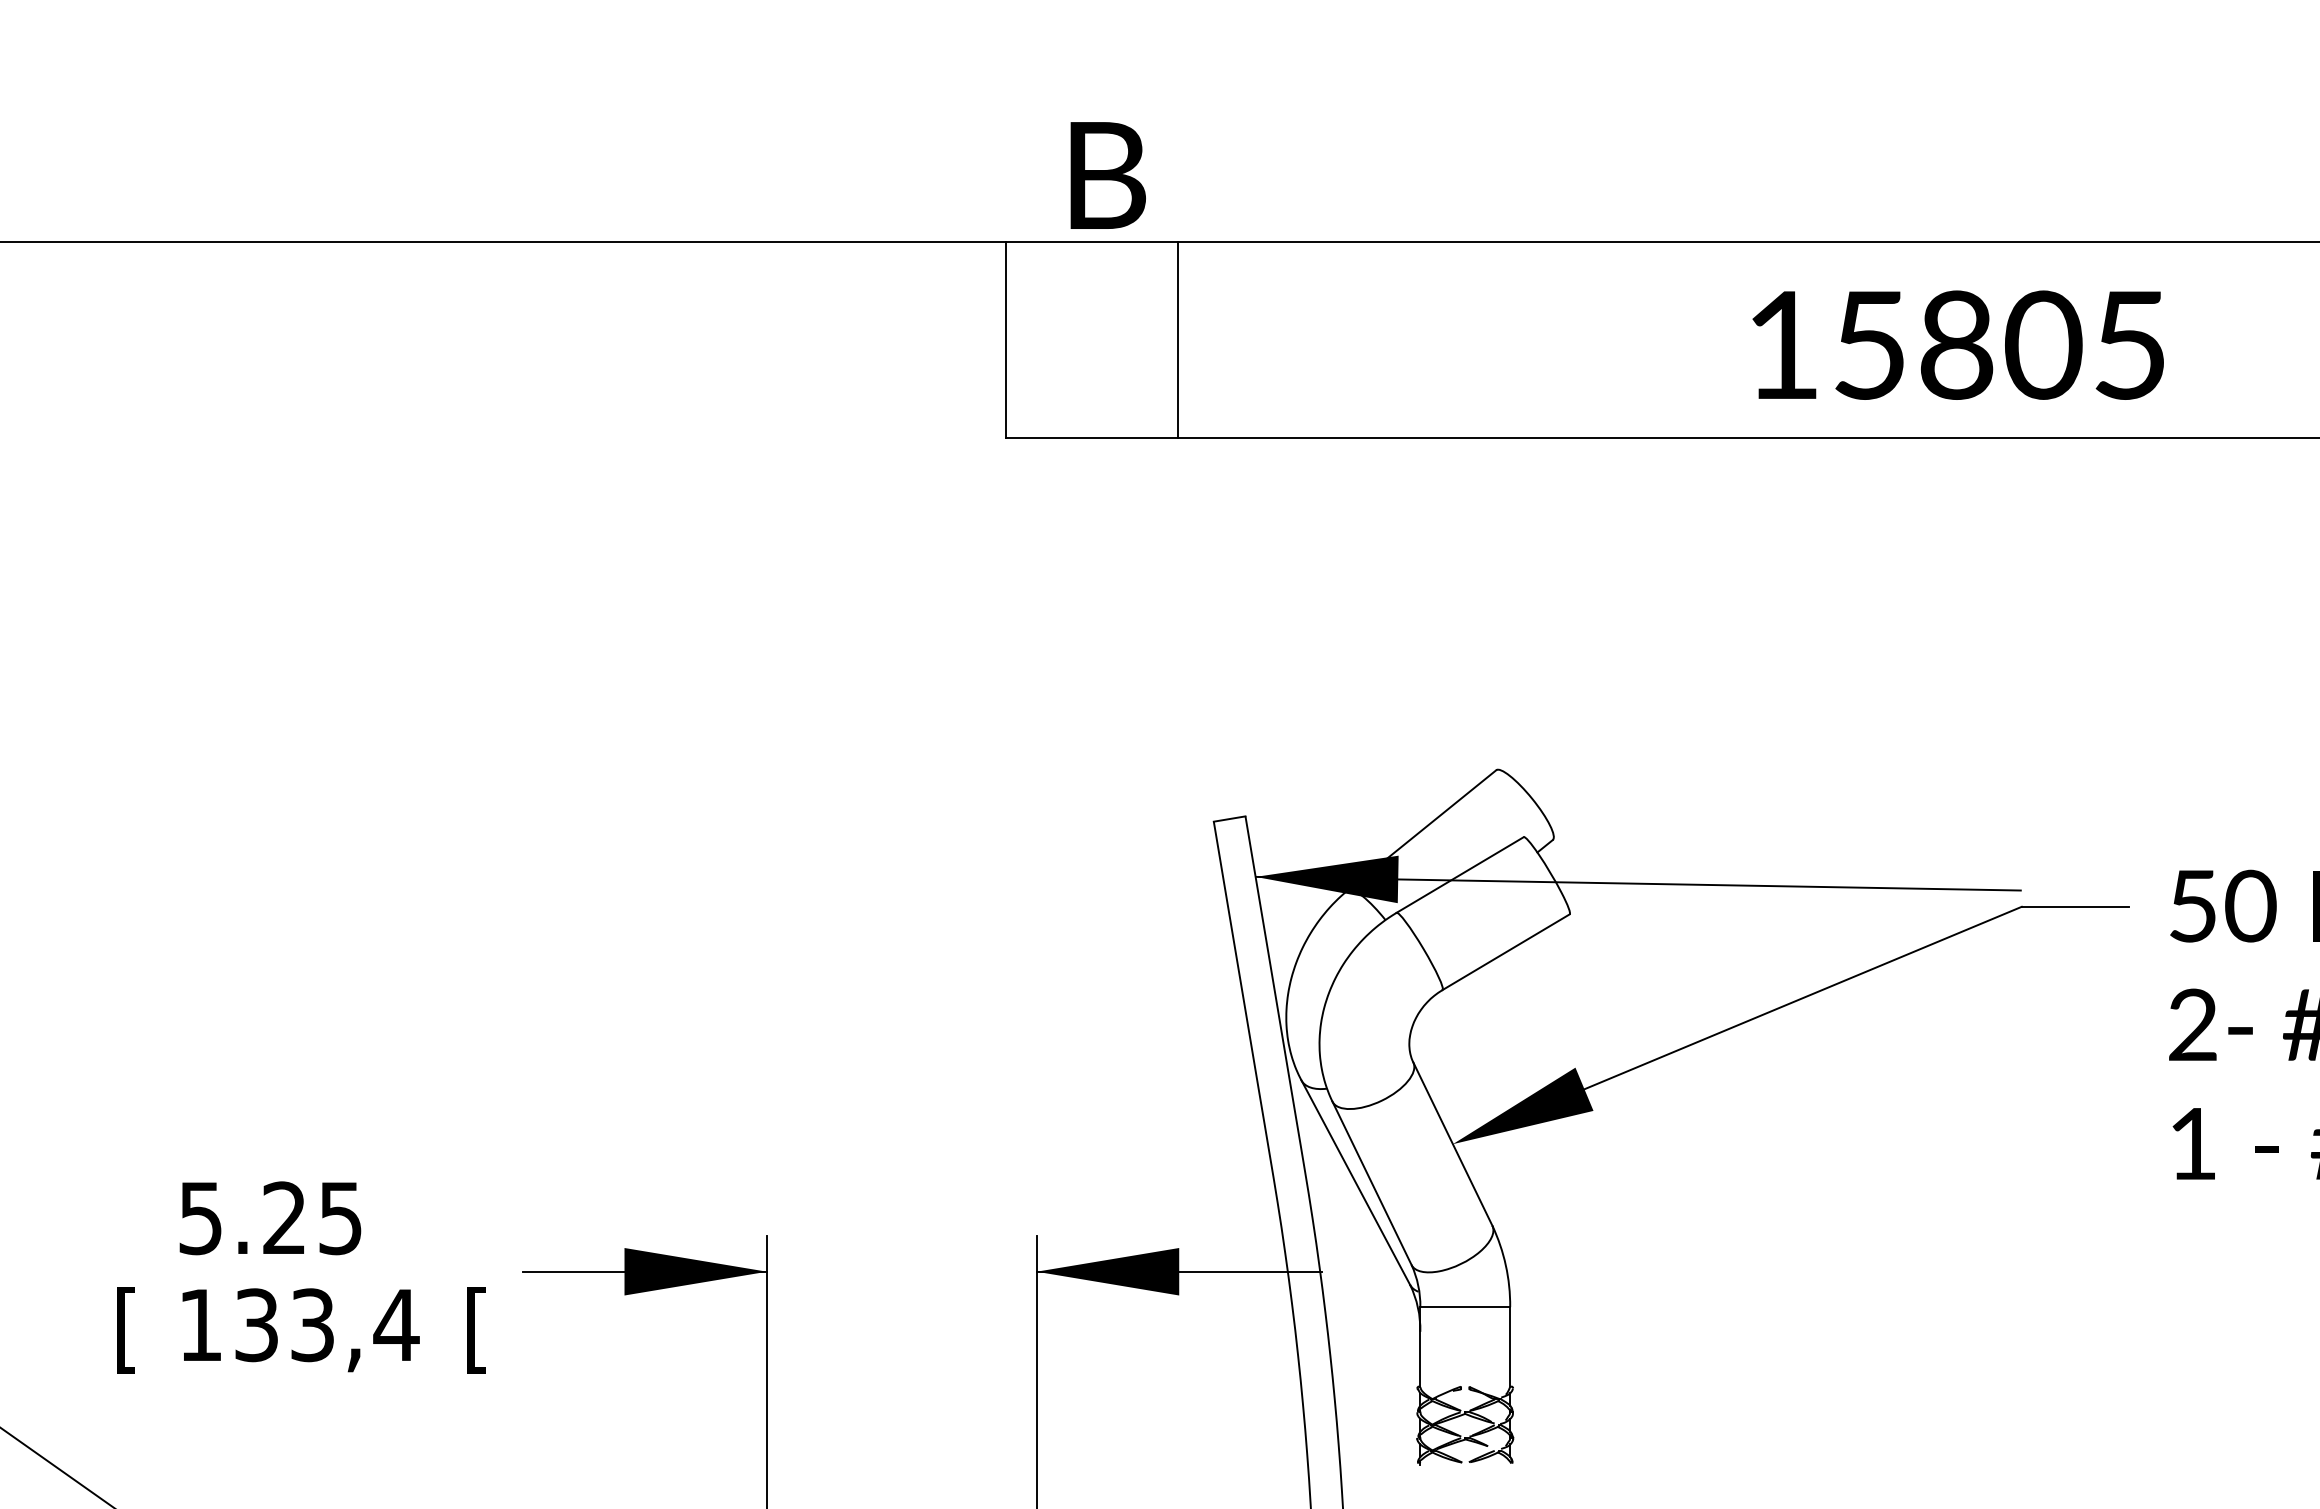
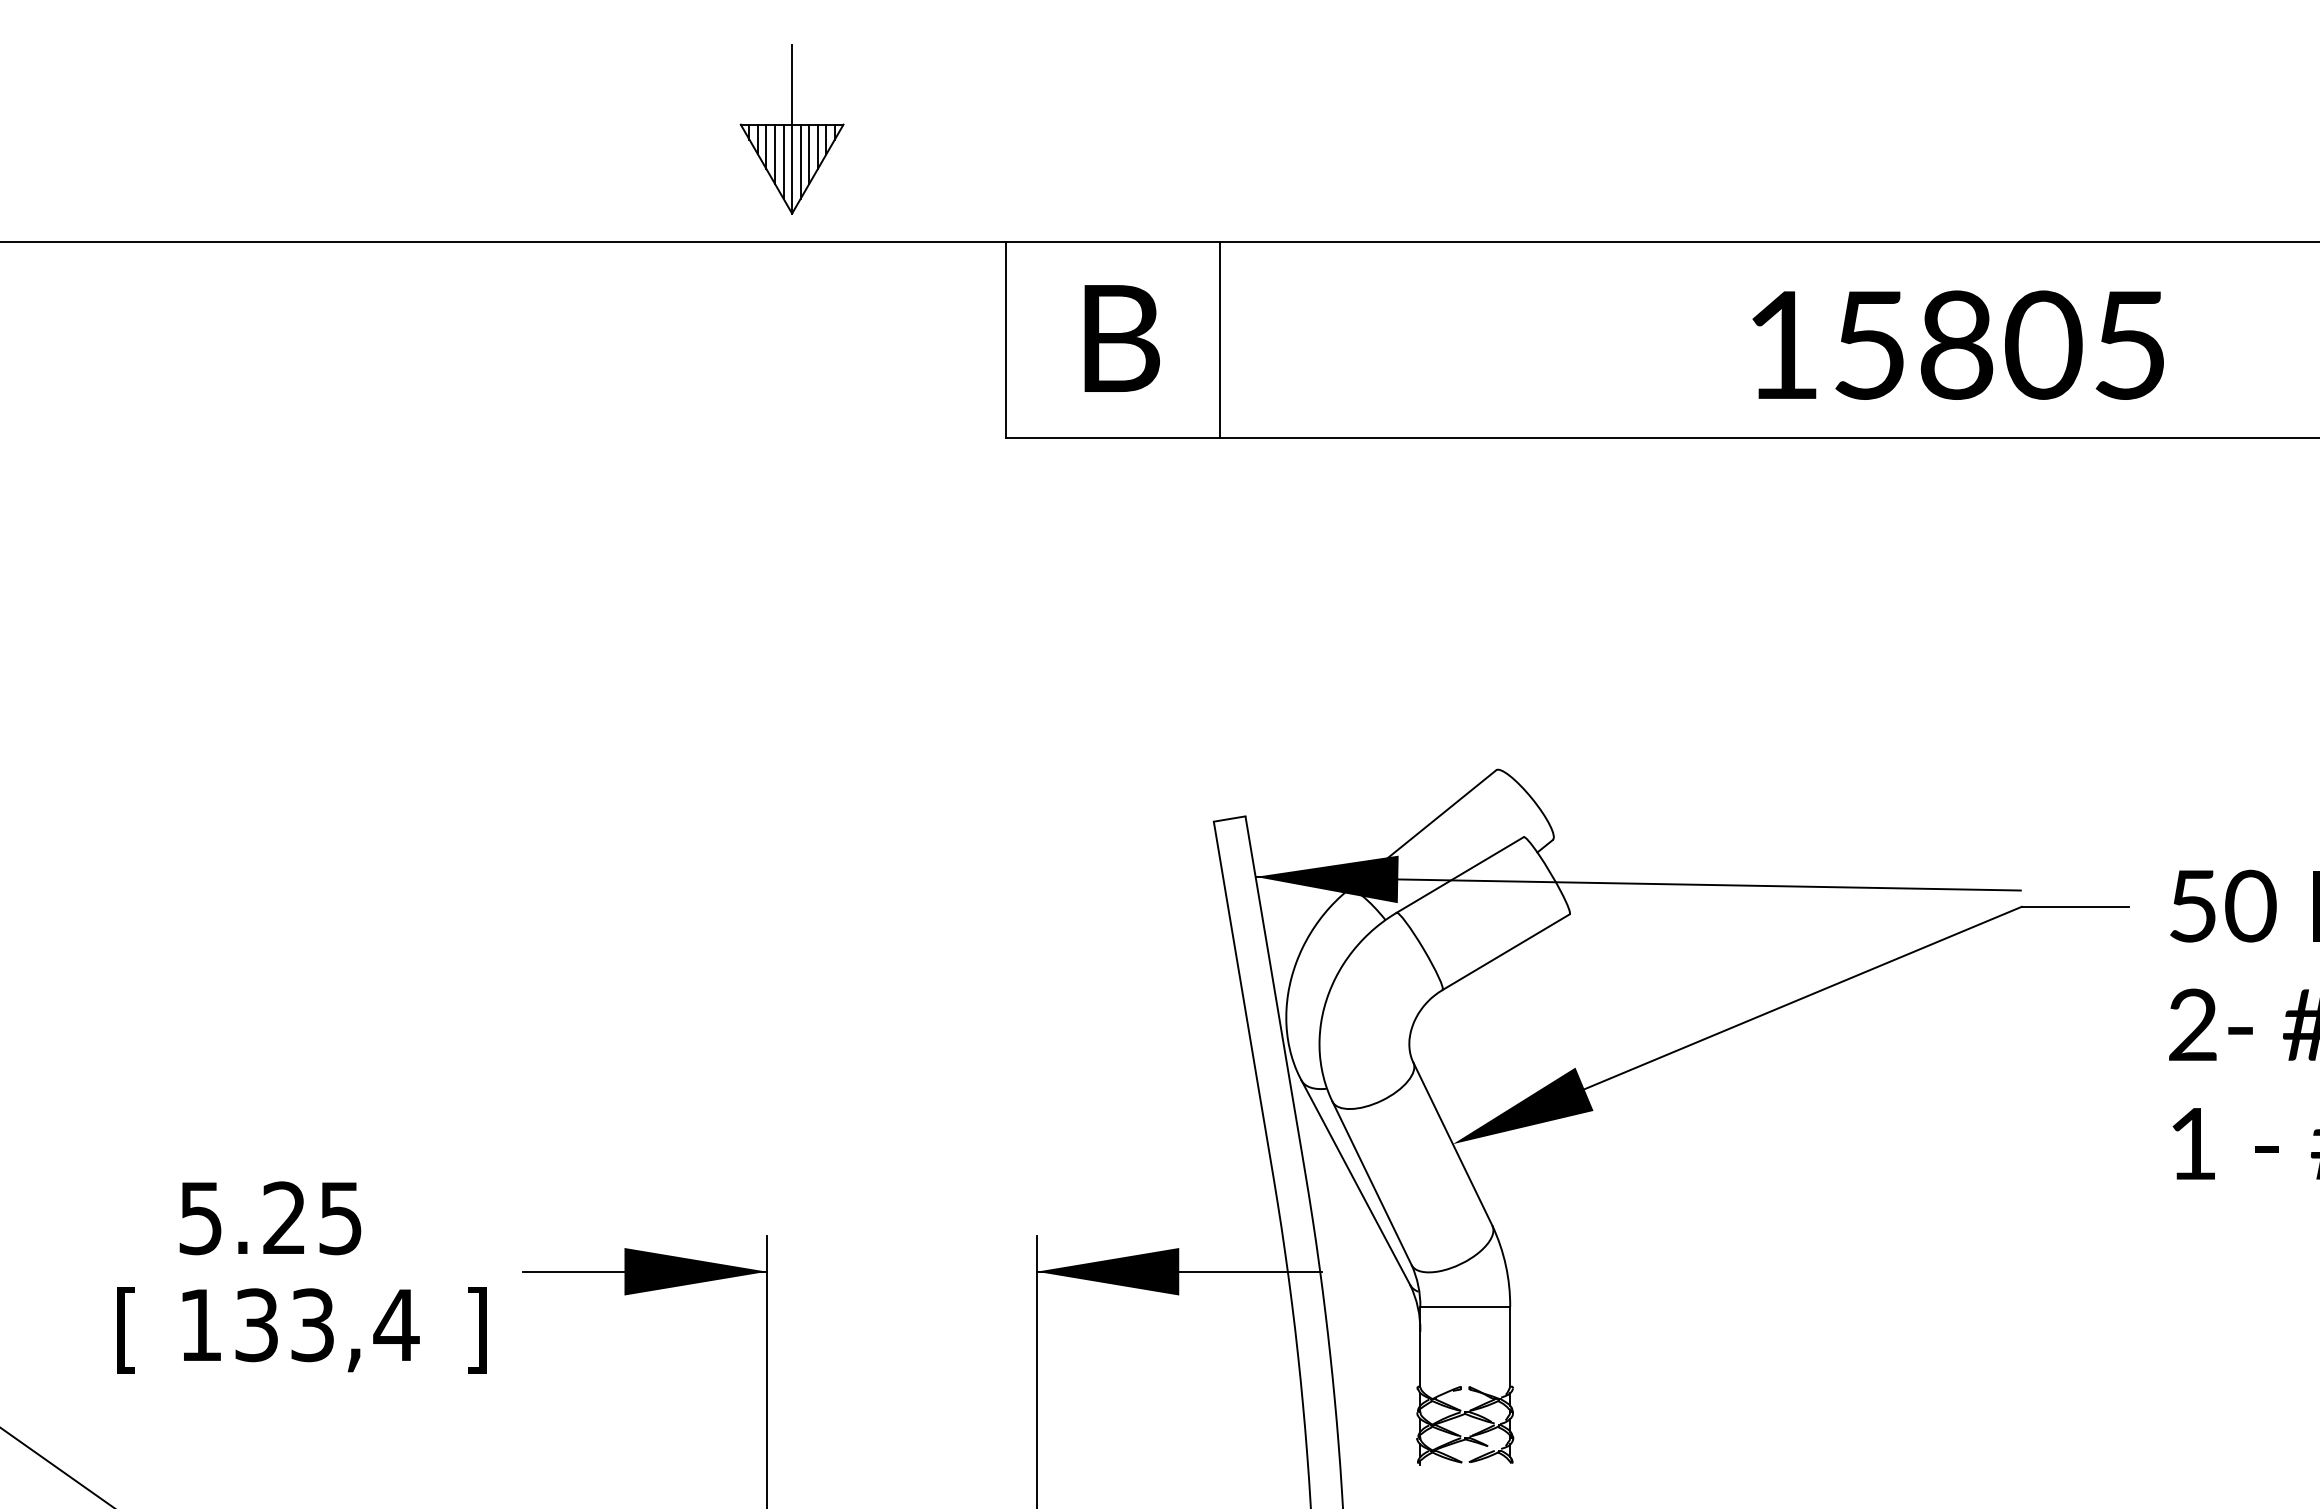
part at (791, 129): none -> present
text at (1107, 175) position: (1107, 175) -> (1121, 338)
line at (1177, 340) position: (1177, 340) -> (1219, 340)
text at (476, 1330): [ -> ]
